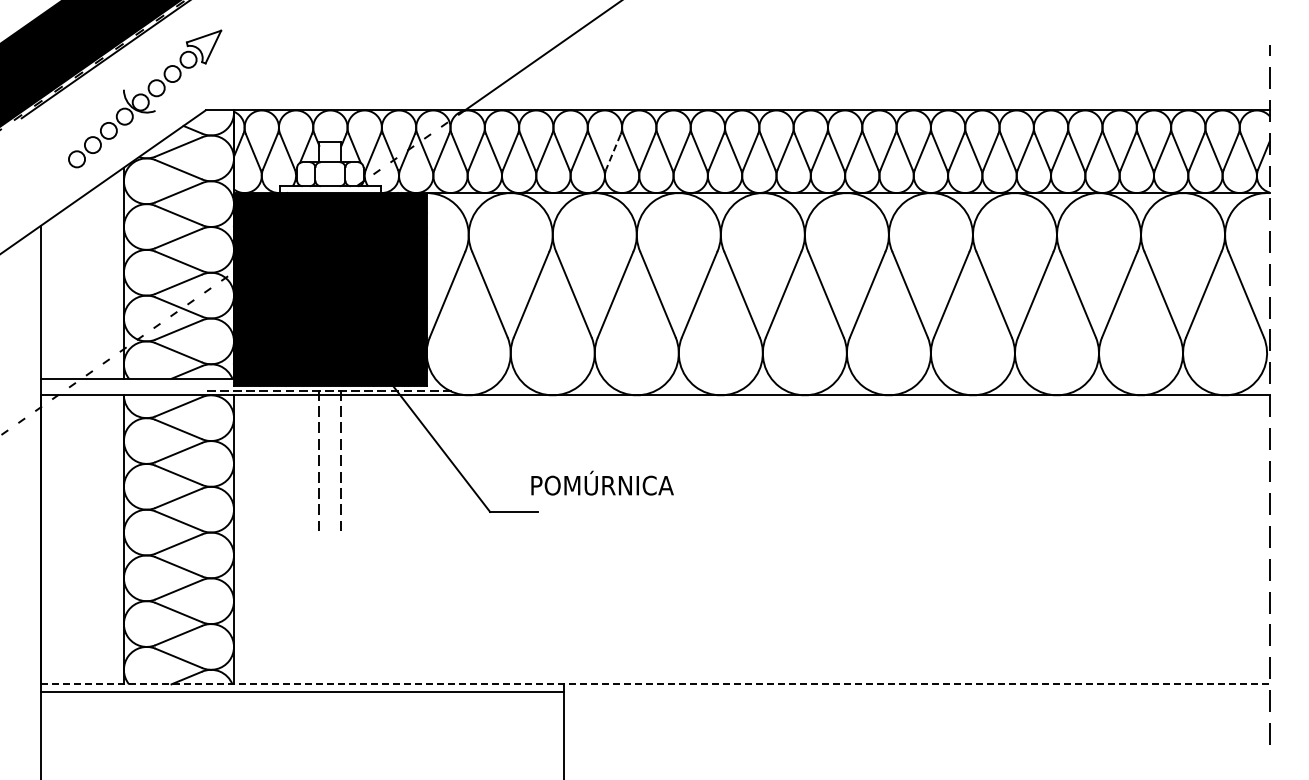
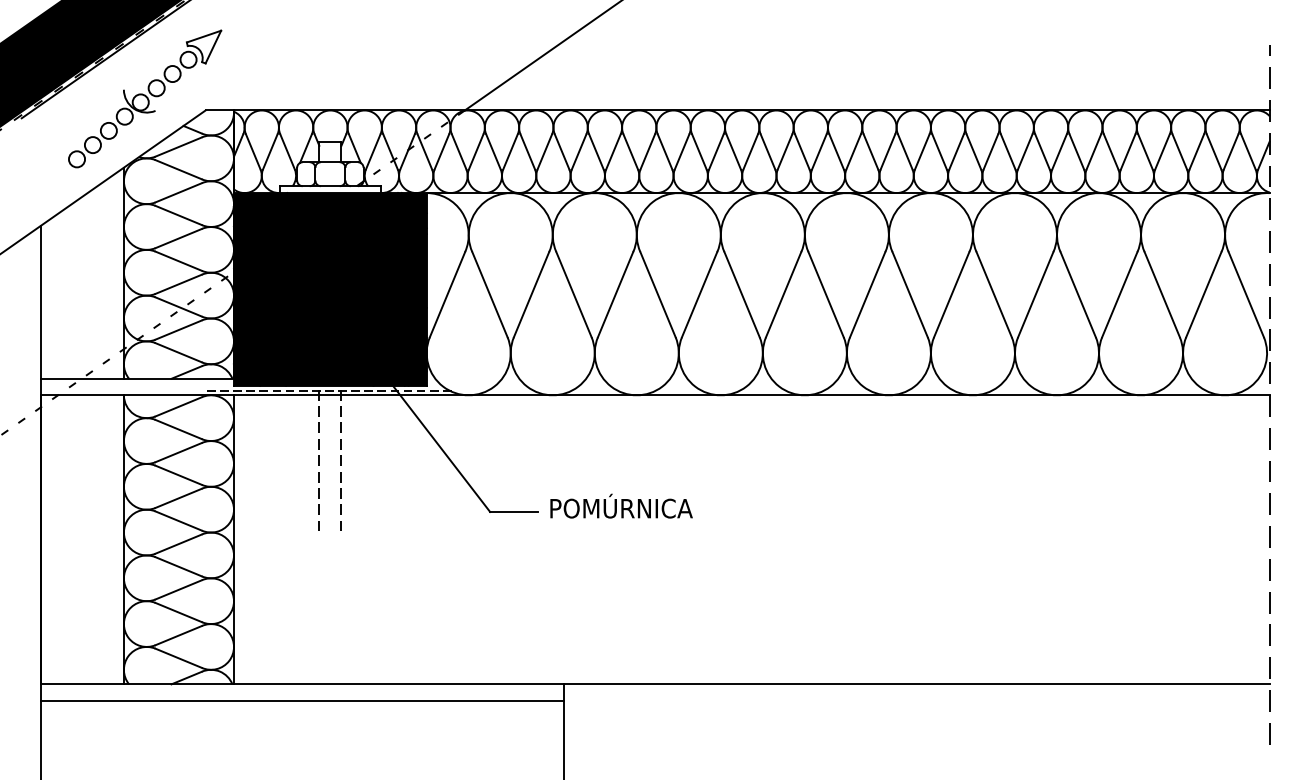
line at (613, 151): dashed -> solid
text at (602, 482) position: (602, 482) -> (621, 505)
line at (656, 684): dashed -> solid
line at (302, 691) position: (302, 691) -> (302, 700)
